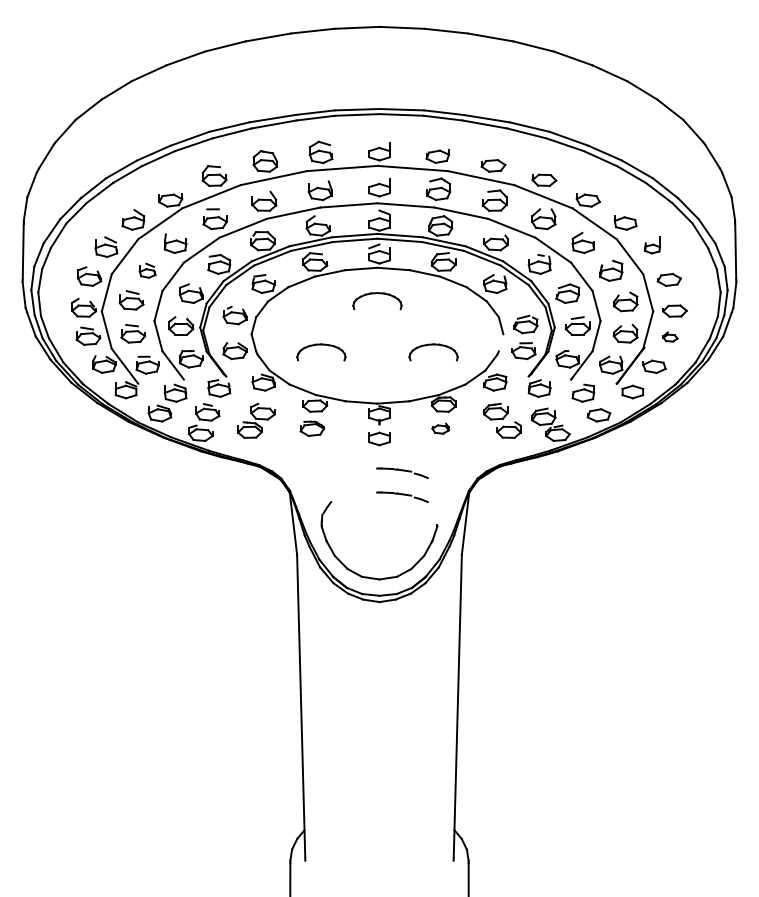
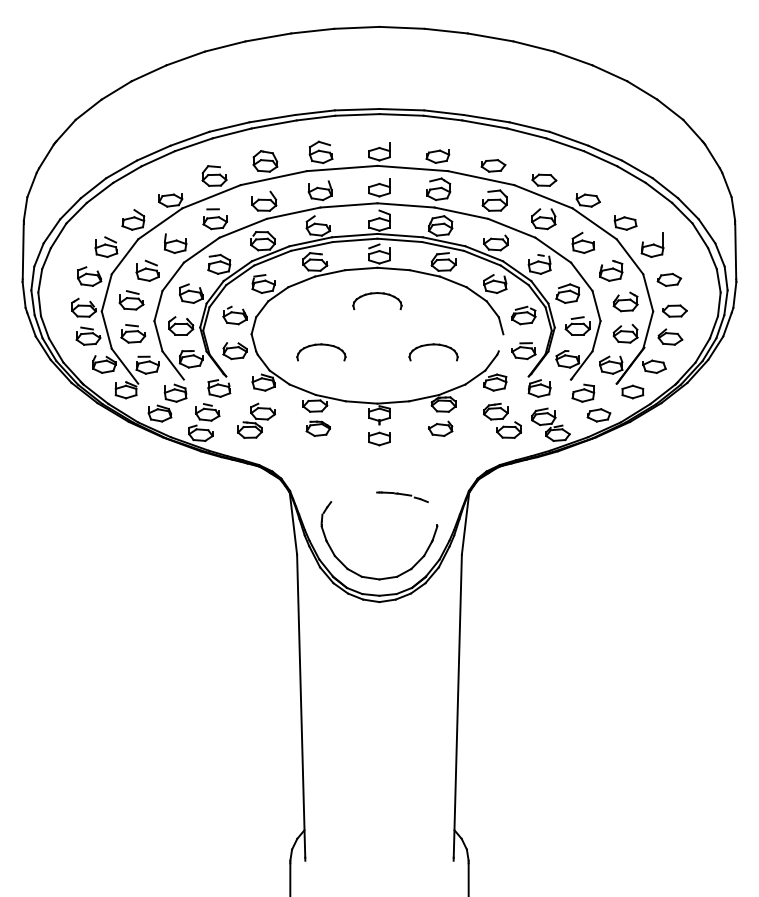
part at (652, 245) size: 18x19 px -> 25x26 px
part at (147, 270) size: 19x17 px -> 25x23 px
part at (525, 324) position: (525, 324) -> (523, 315)
part at (670, 336) size: 17x12 px -> 27x18 px
part at (312, 428) position: (312, 428) -> (318, 428)
part at (440, 428) size: 19x13 px -> 27x17 px
part at (402, 472): present -> none
